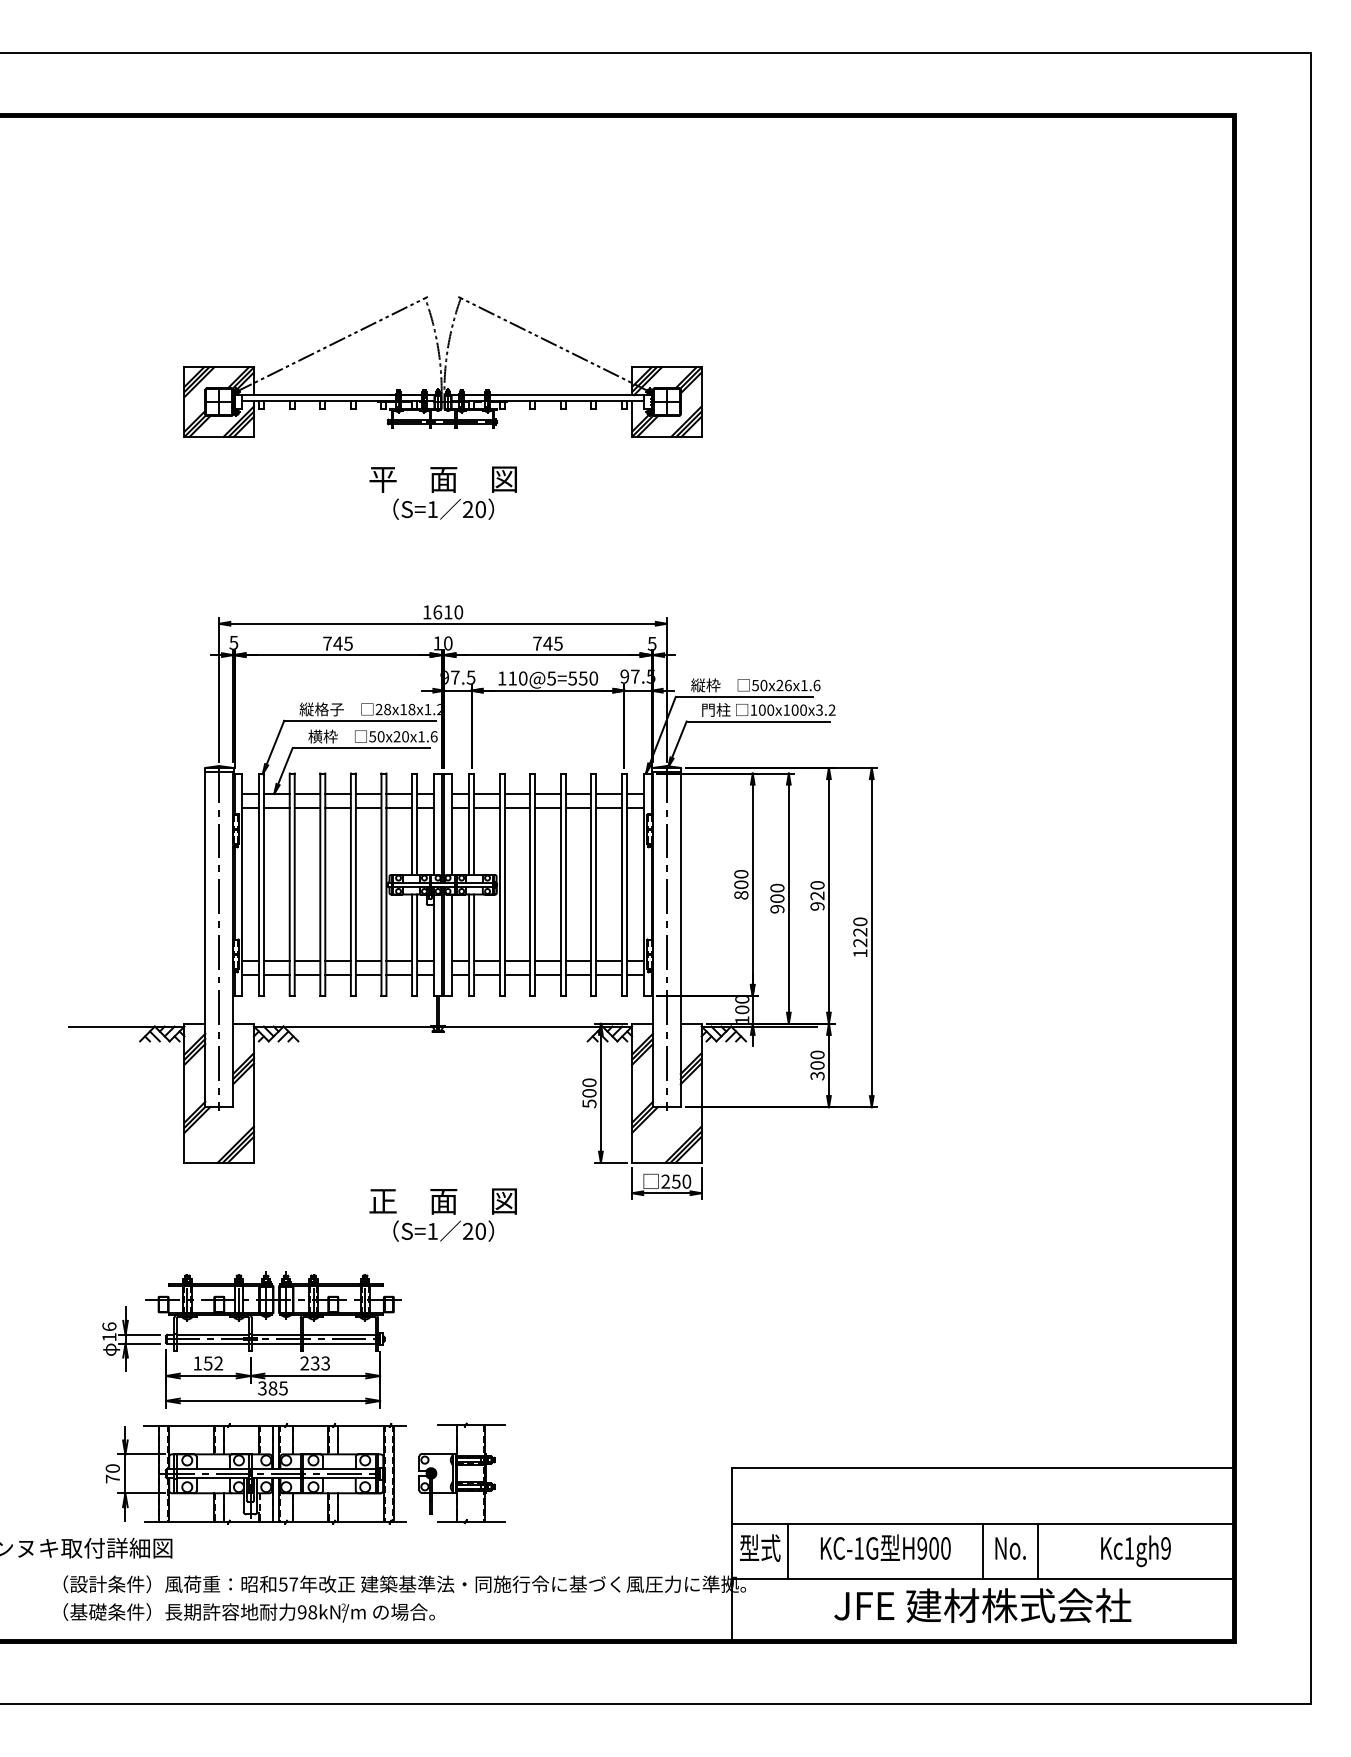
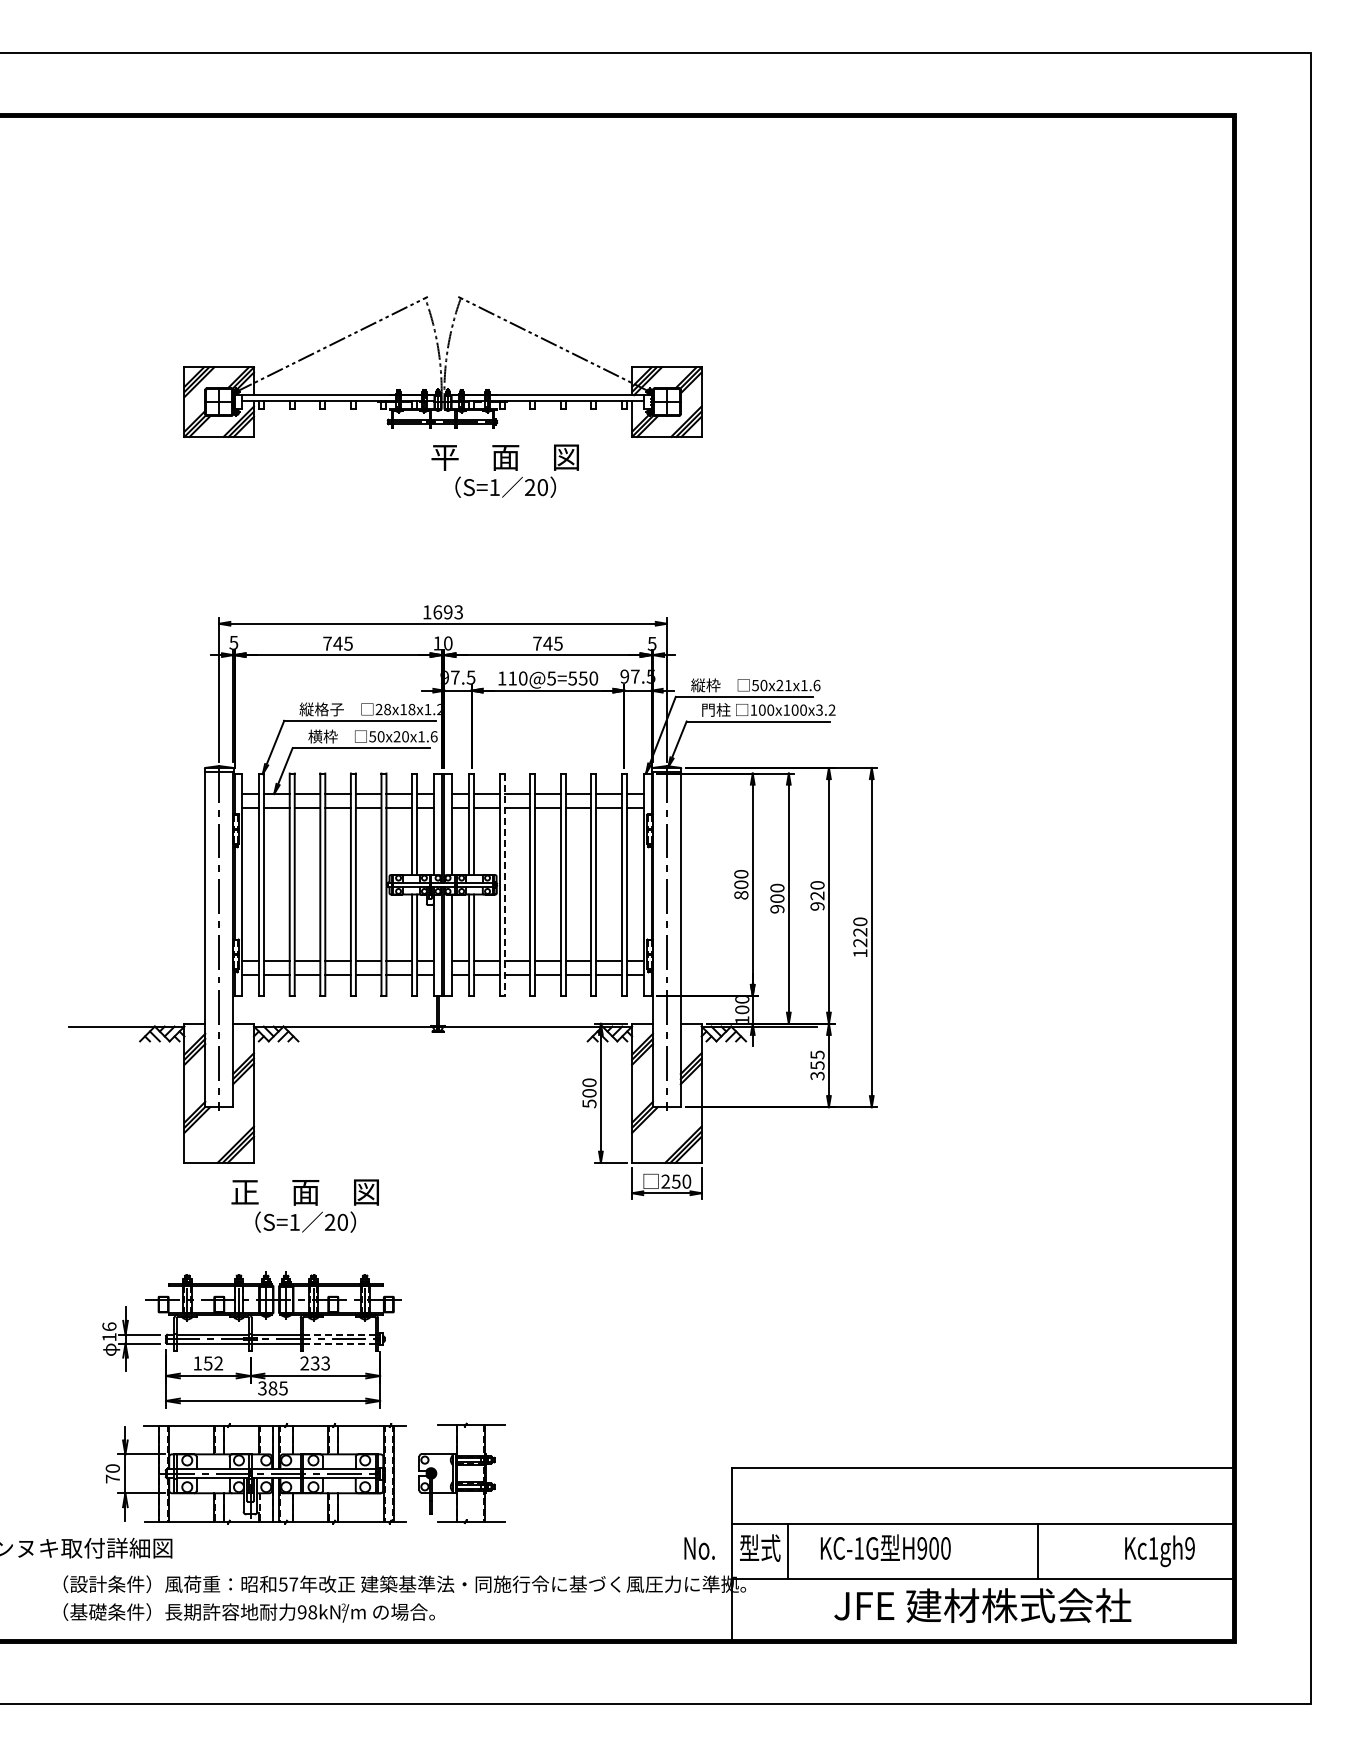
text at (442, 492) position: (442, 492) -> (504, 470)
text at (453, 612): 1610 -> 1693
text at (788, 685): 50x26x1.6 -> 50x21x1.6
line at (504, 885): solid -> dashed
text at (817, 1059): 300 -> 355
text at (442, 1214) position: (442, 1214) -> (304, 1205)
line at (339, 1334): solid -> dashed
line at (338, 1343): solid -> dashed
text at (1010, 1548) position: (1010, 1548) -> (699, 1548)
line at (982, 1551): present -> none
text at (1135, 1551) position: (1135, 1551) -> (1159, 1551)
